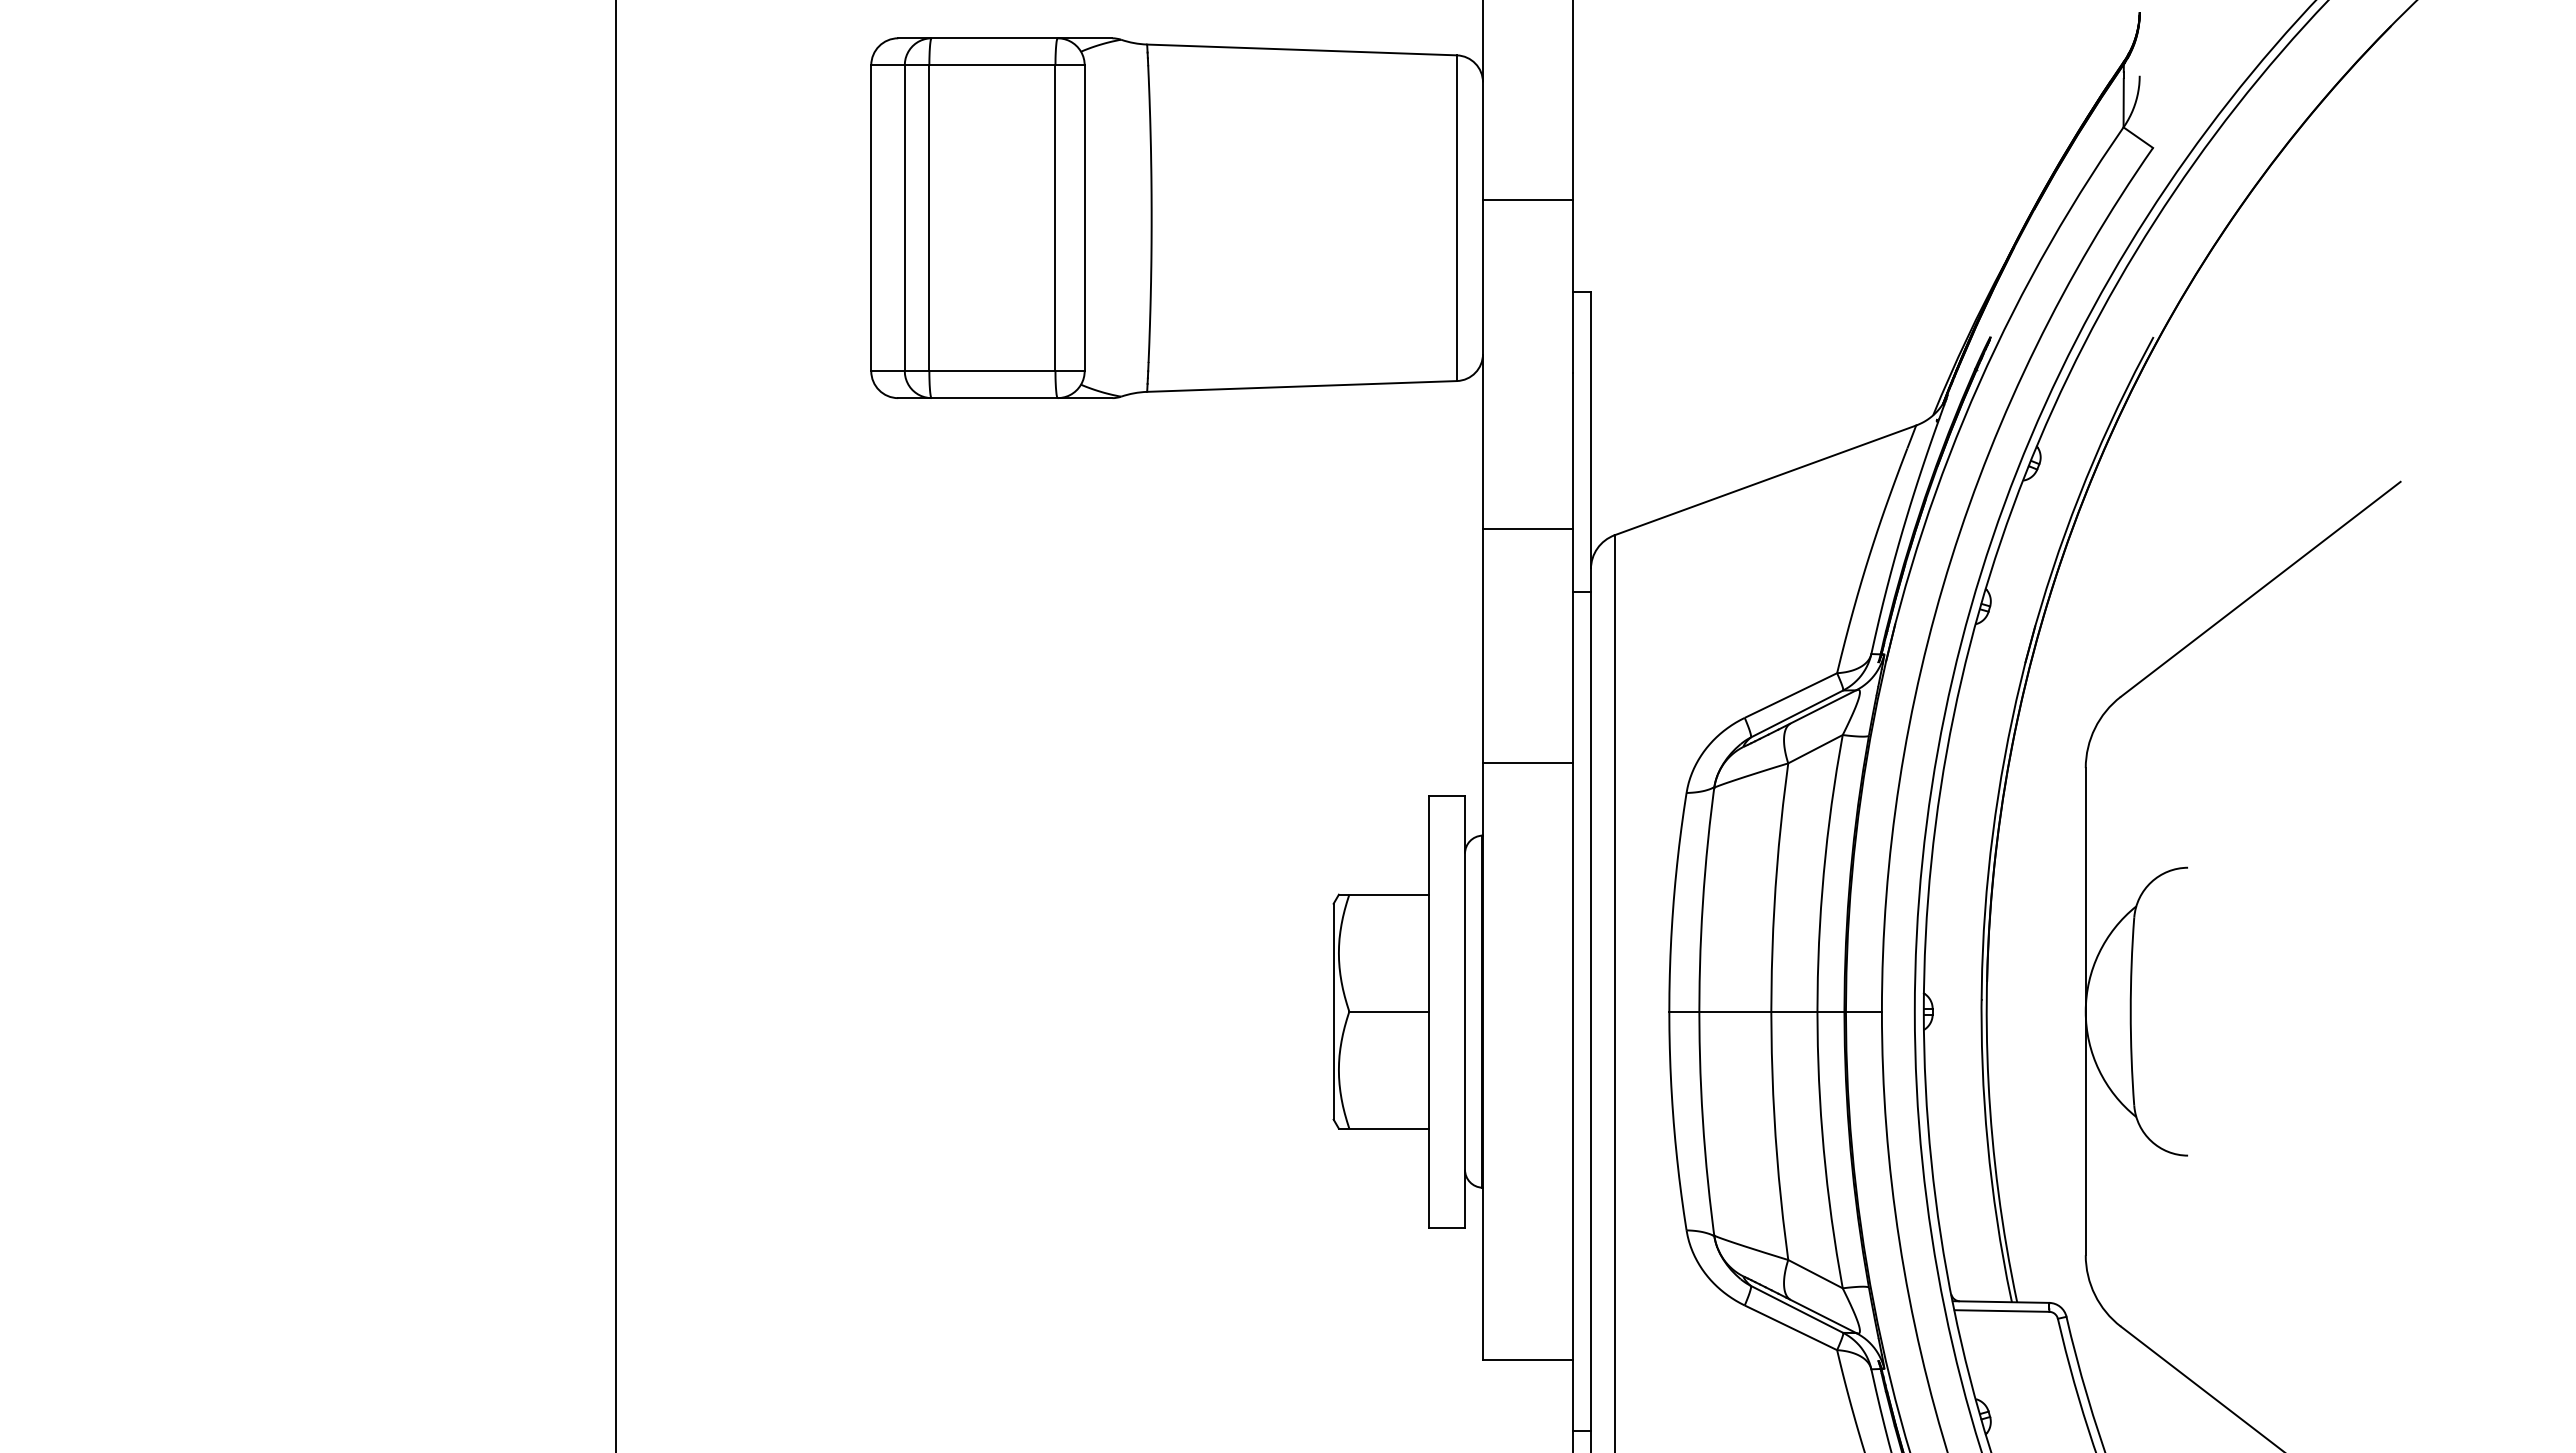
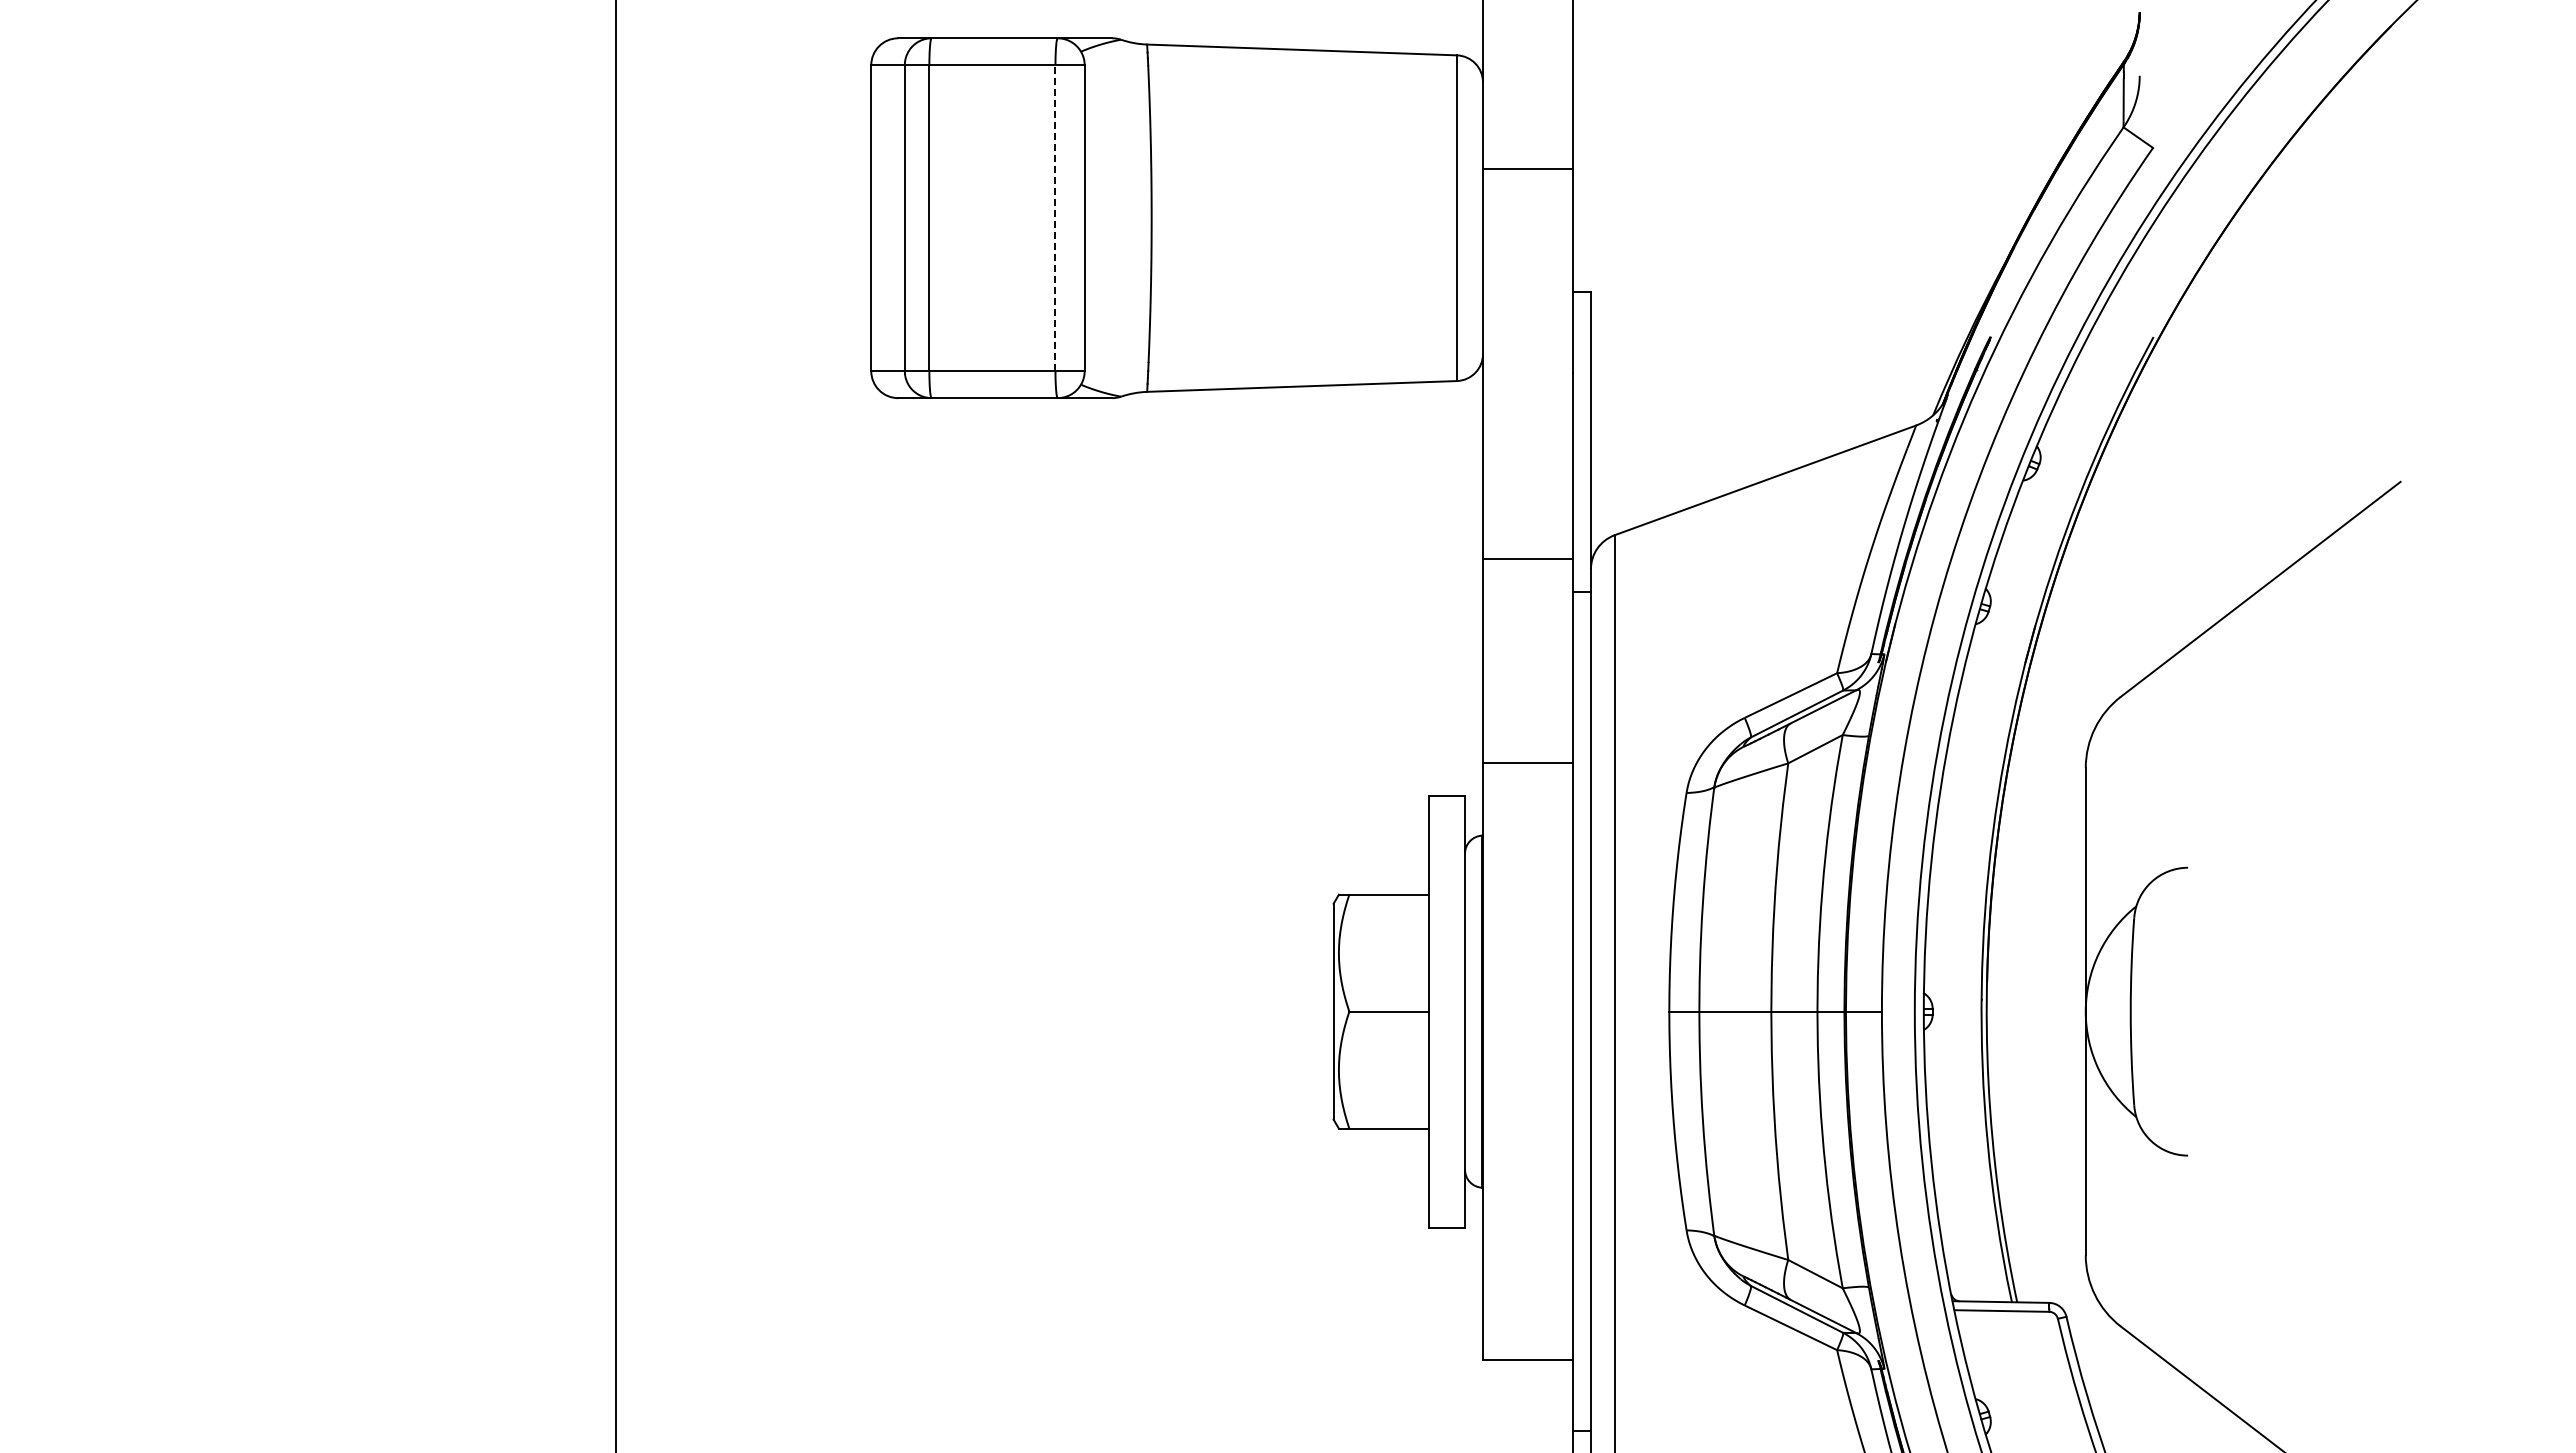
line at (1527, 200) position: (1527, 200) -> (1527, 169)
line at (1055, 218): solid -> dashed
line at (1527, 529) position: (1527, 529) -> (1527, 559)
